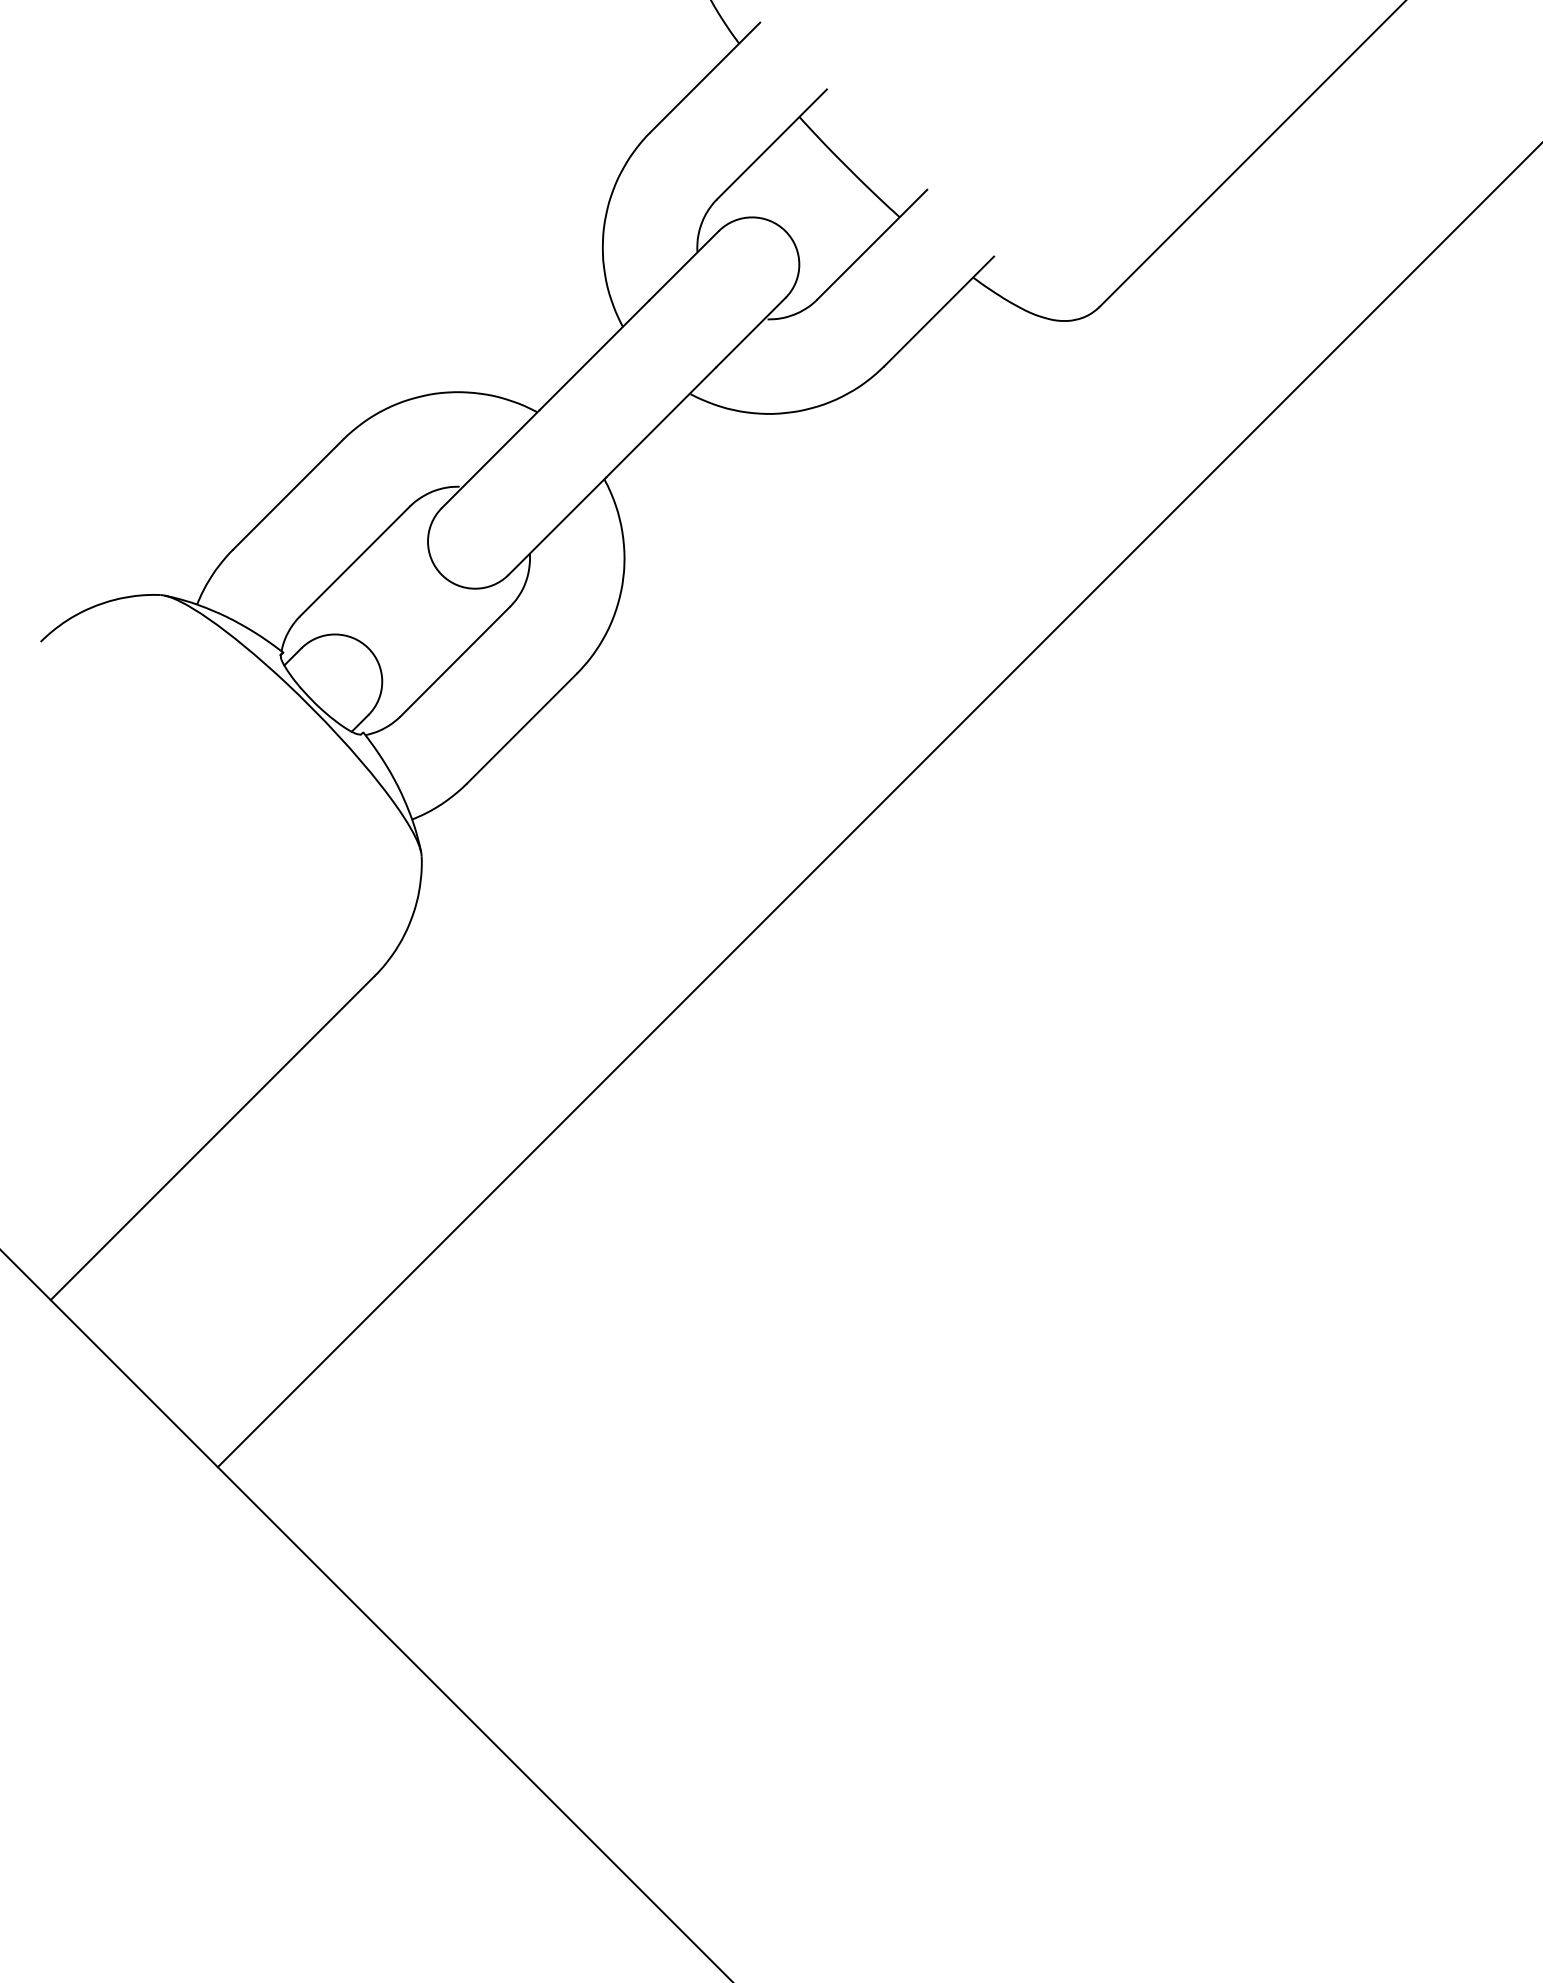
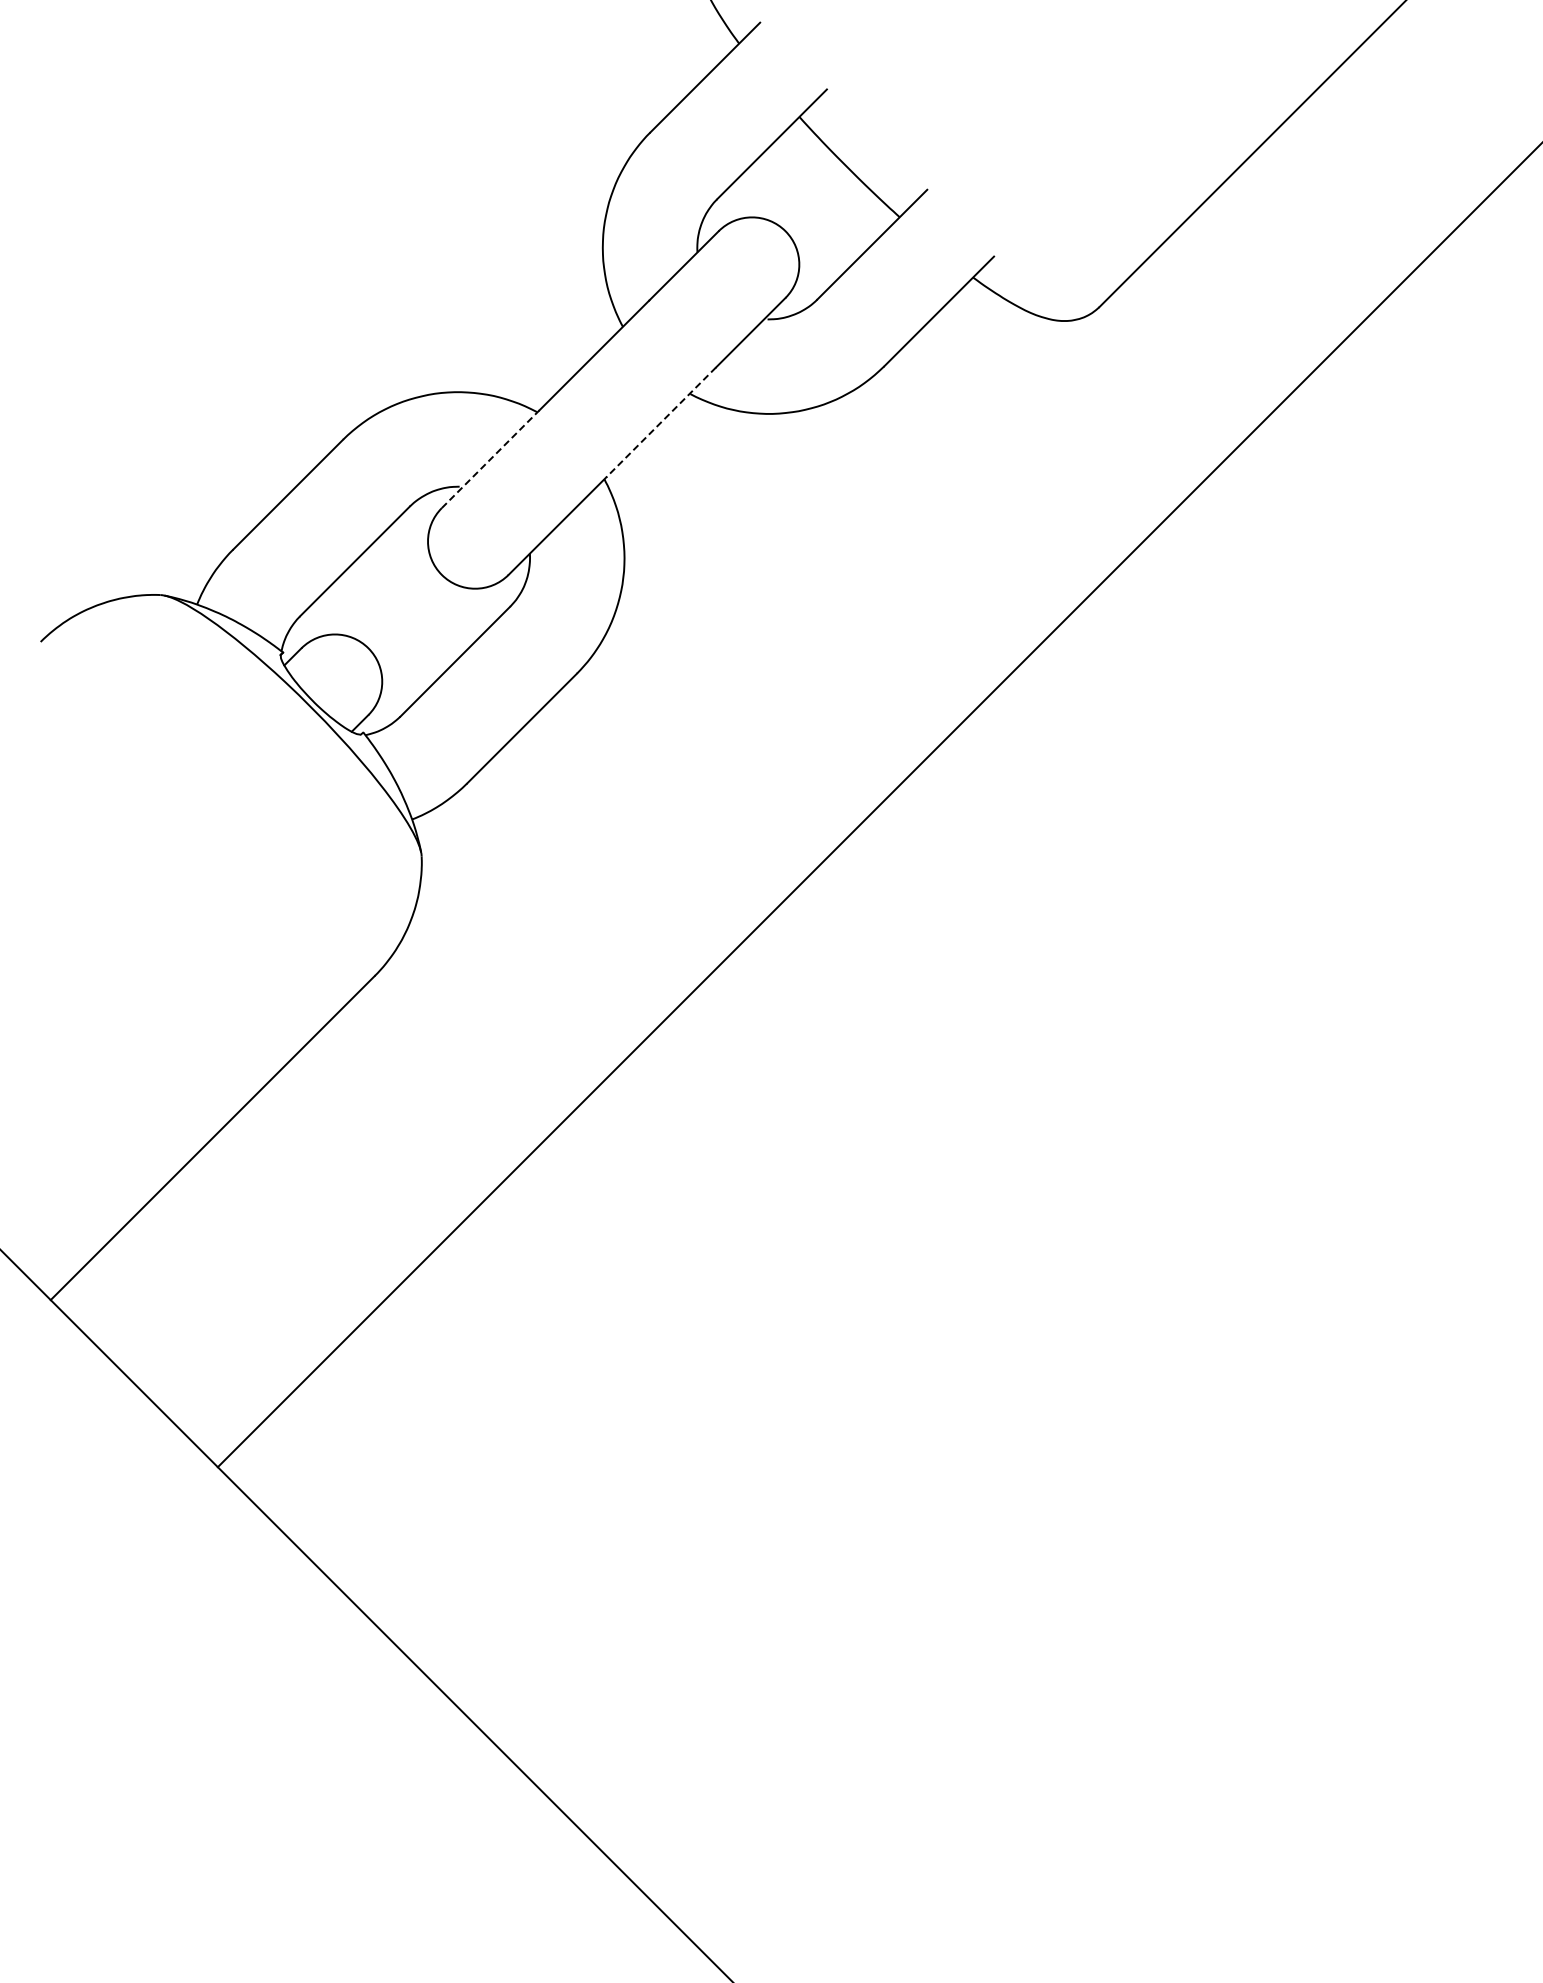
line at (661, 422): solid -> dashed
line at (491, 458): solid -> dashed
